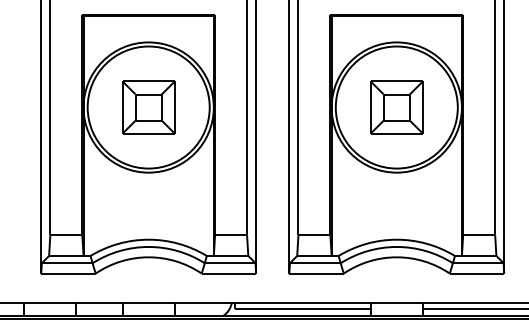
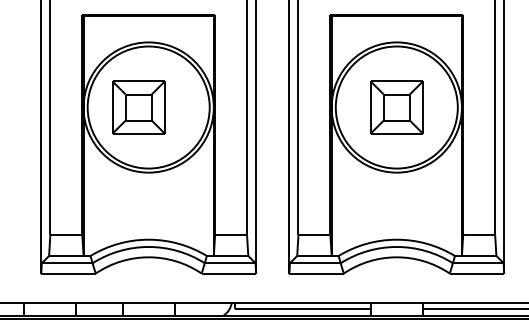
part at (148, 107) position: (148, 107) -> (138, 107)
